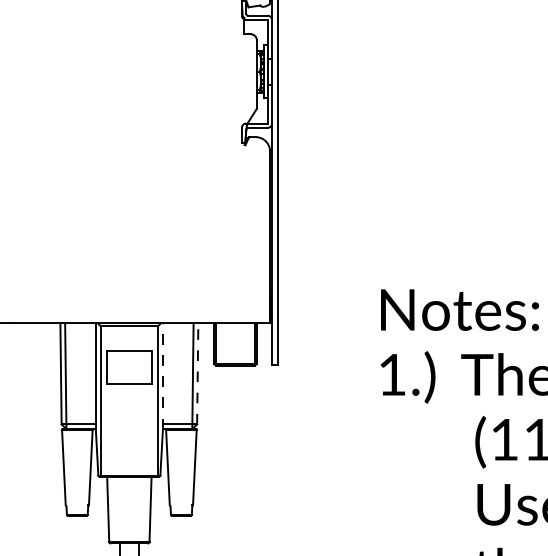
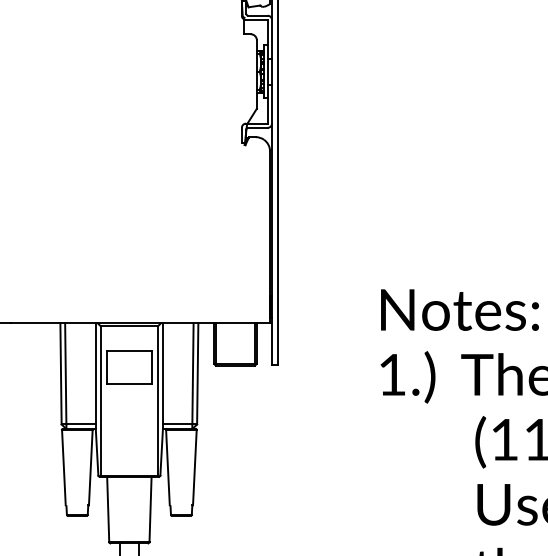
line at (197, 373): dashed -> solid
line at (162, 376): dashed -> solid
